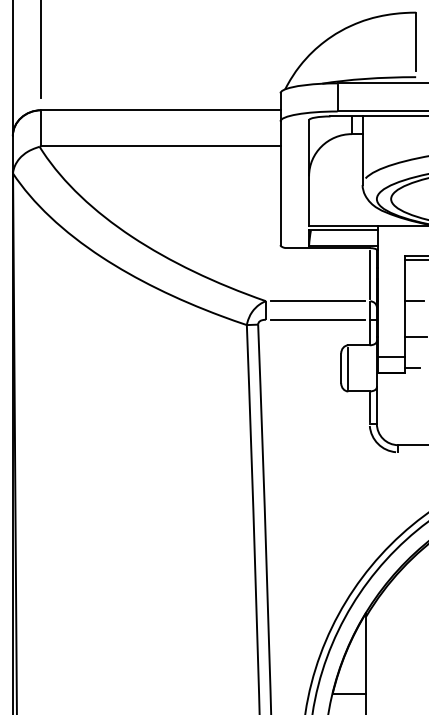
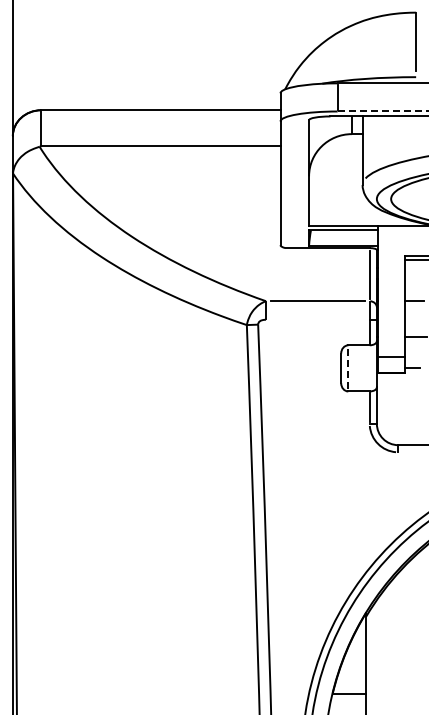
line at (41, 49): present -> none
line at (383, 111): solid -> dashed
line at (317, 319): present -> none
line at (348, 368): solid -> dashed
